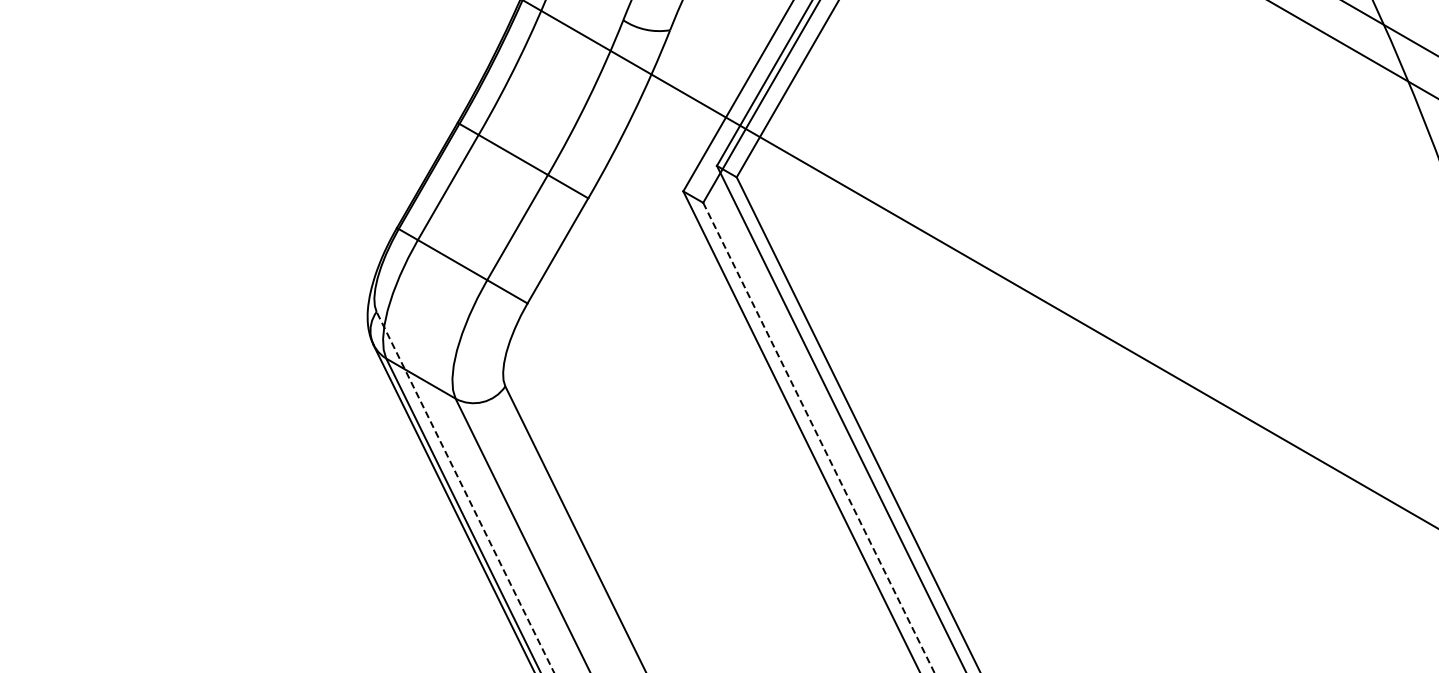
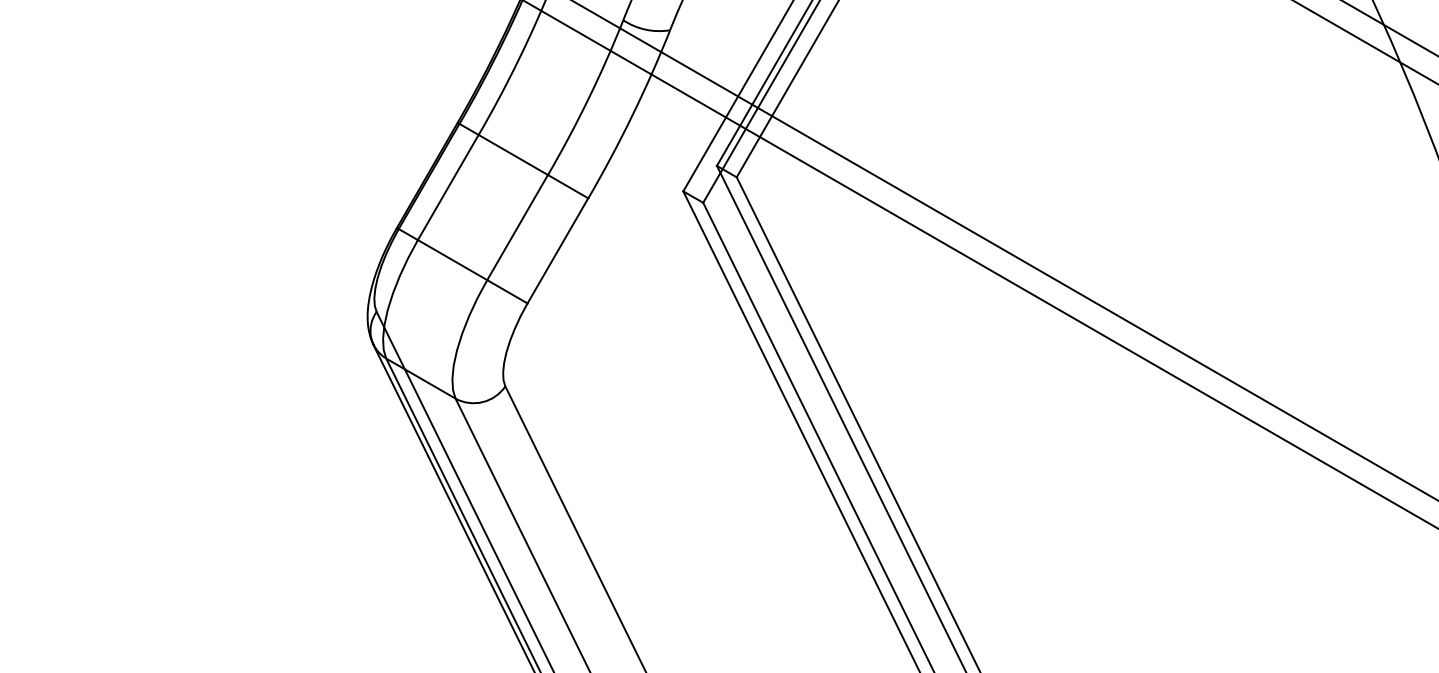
line at (1352, 49) position: (1352, 49) -> (1365, 42)
line at (1005, 250): none -> present
line at (818, 437): dashed -> solid
line at (465, 492): dashed -> solid
